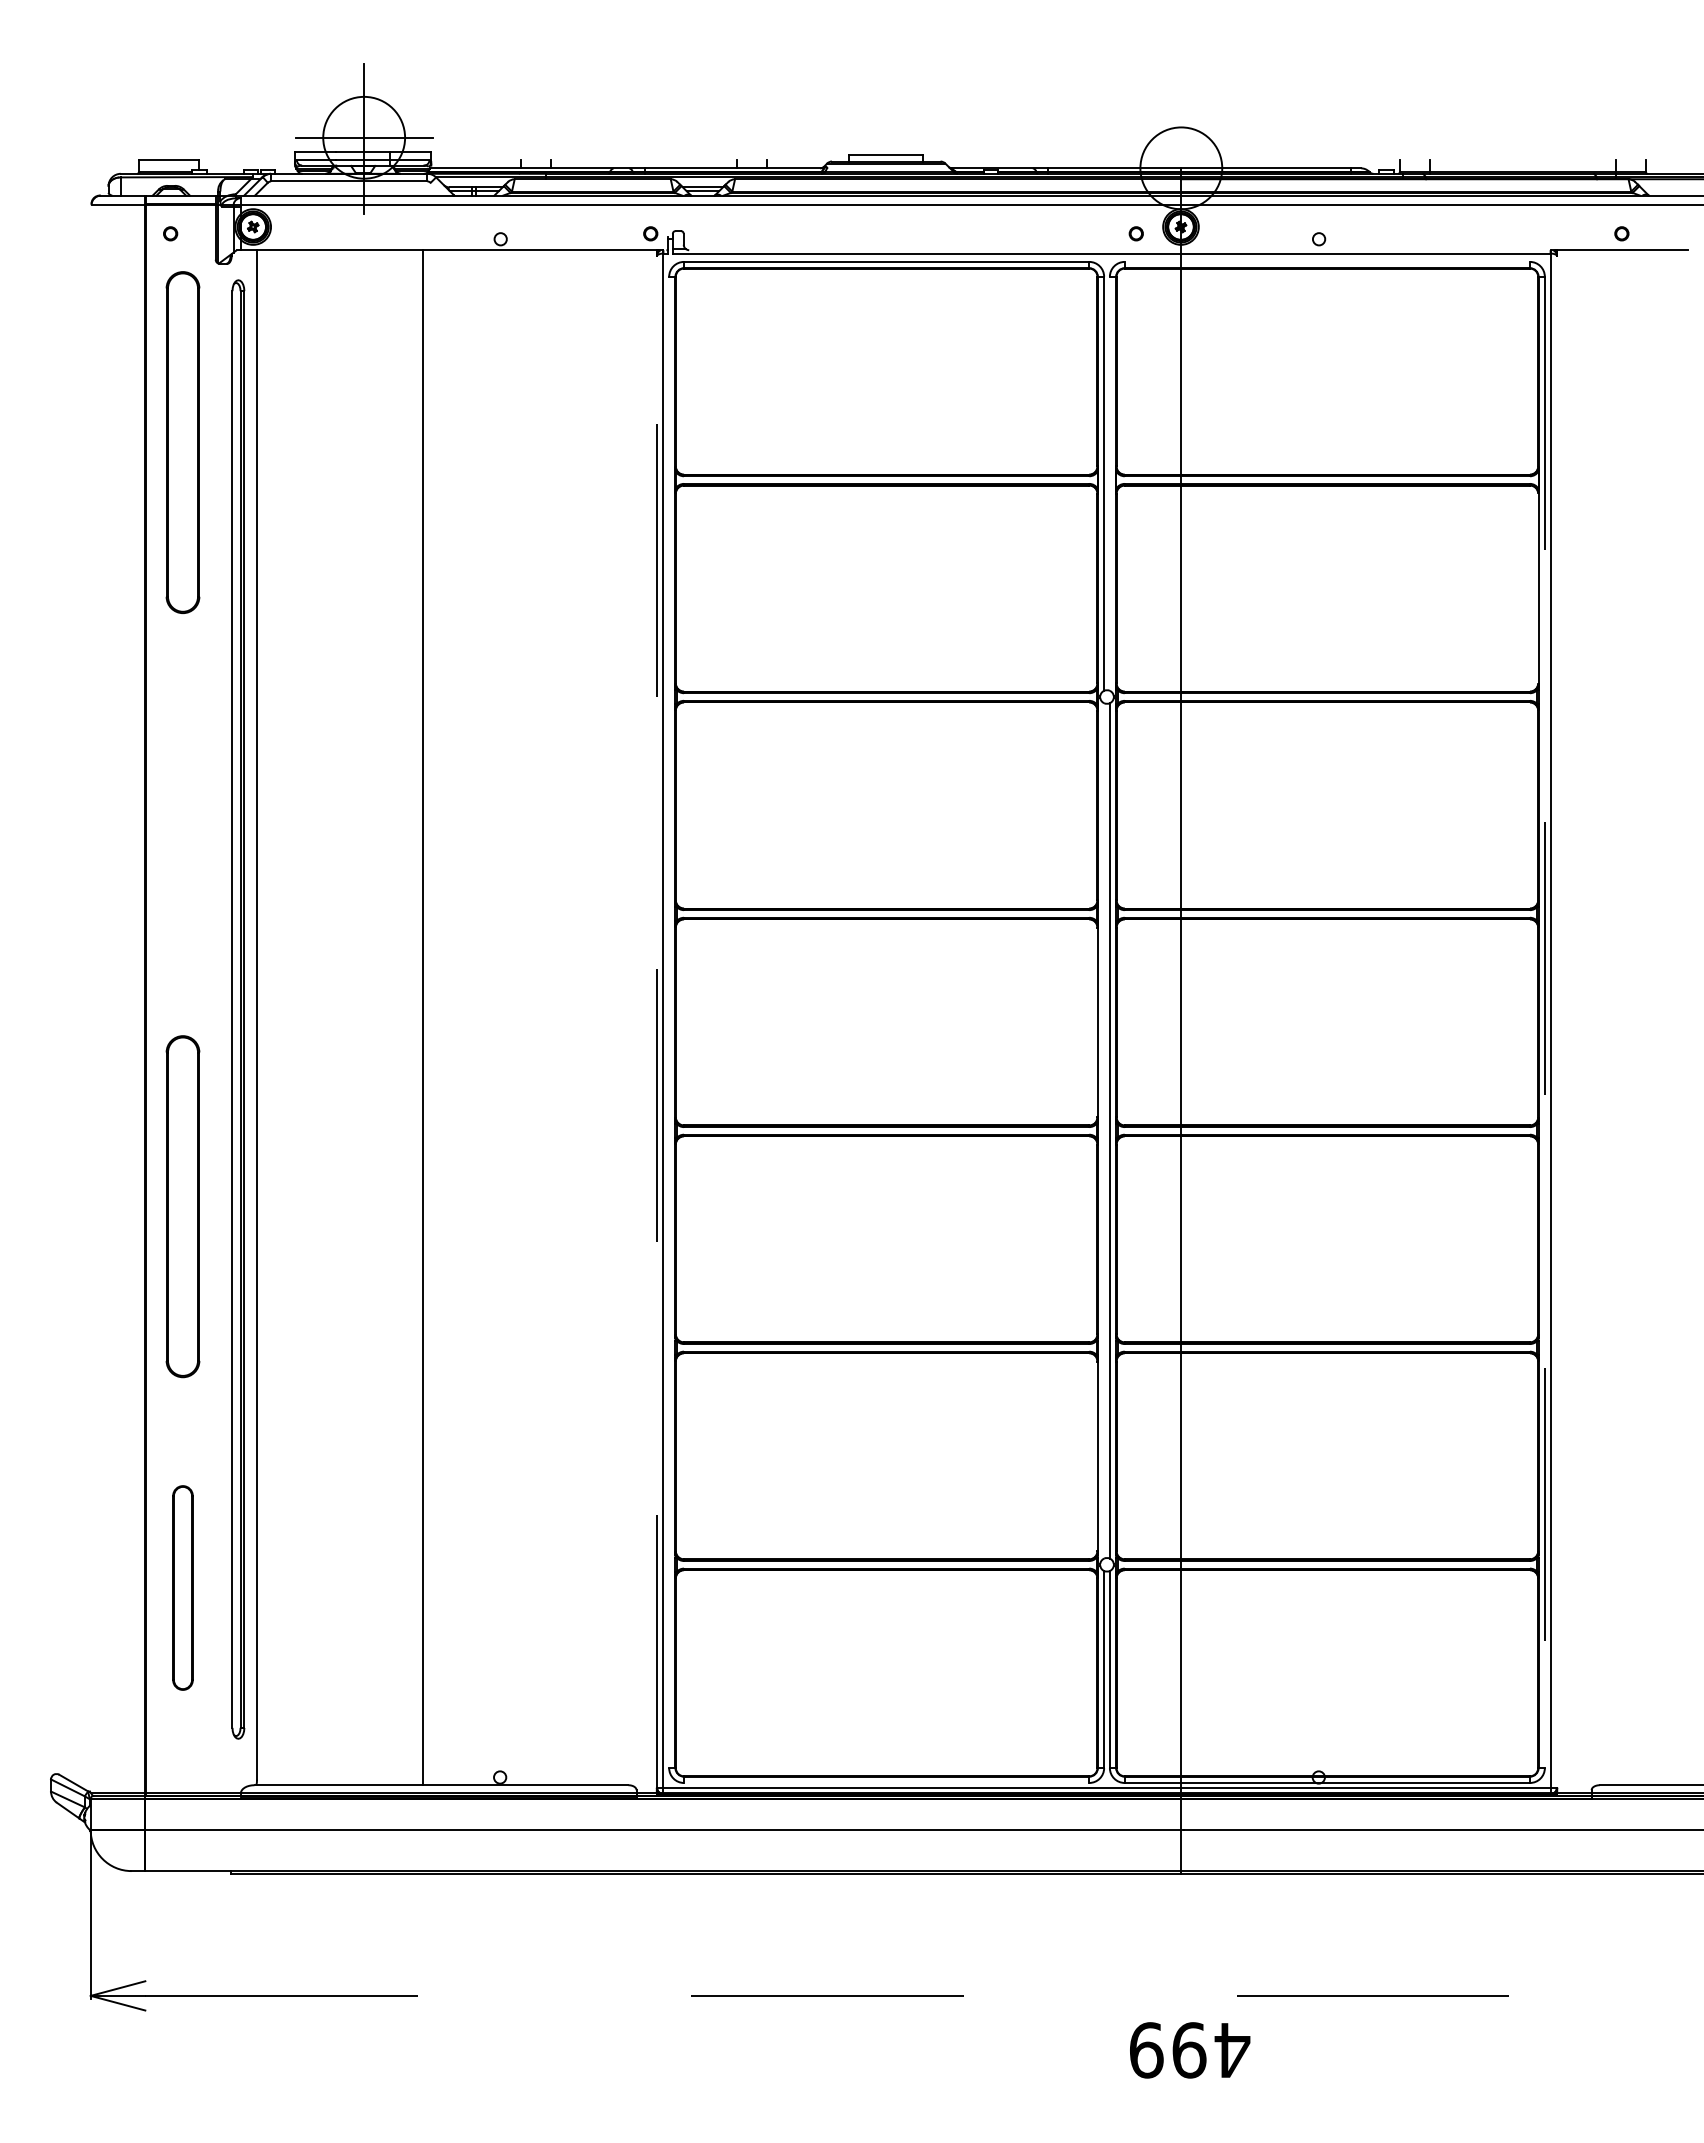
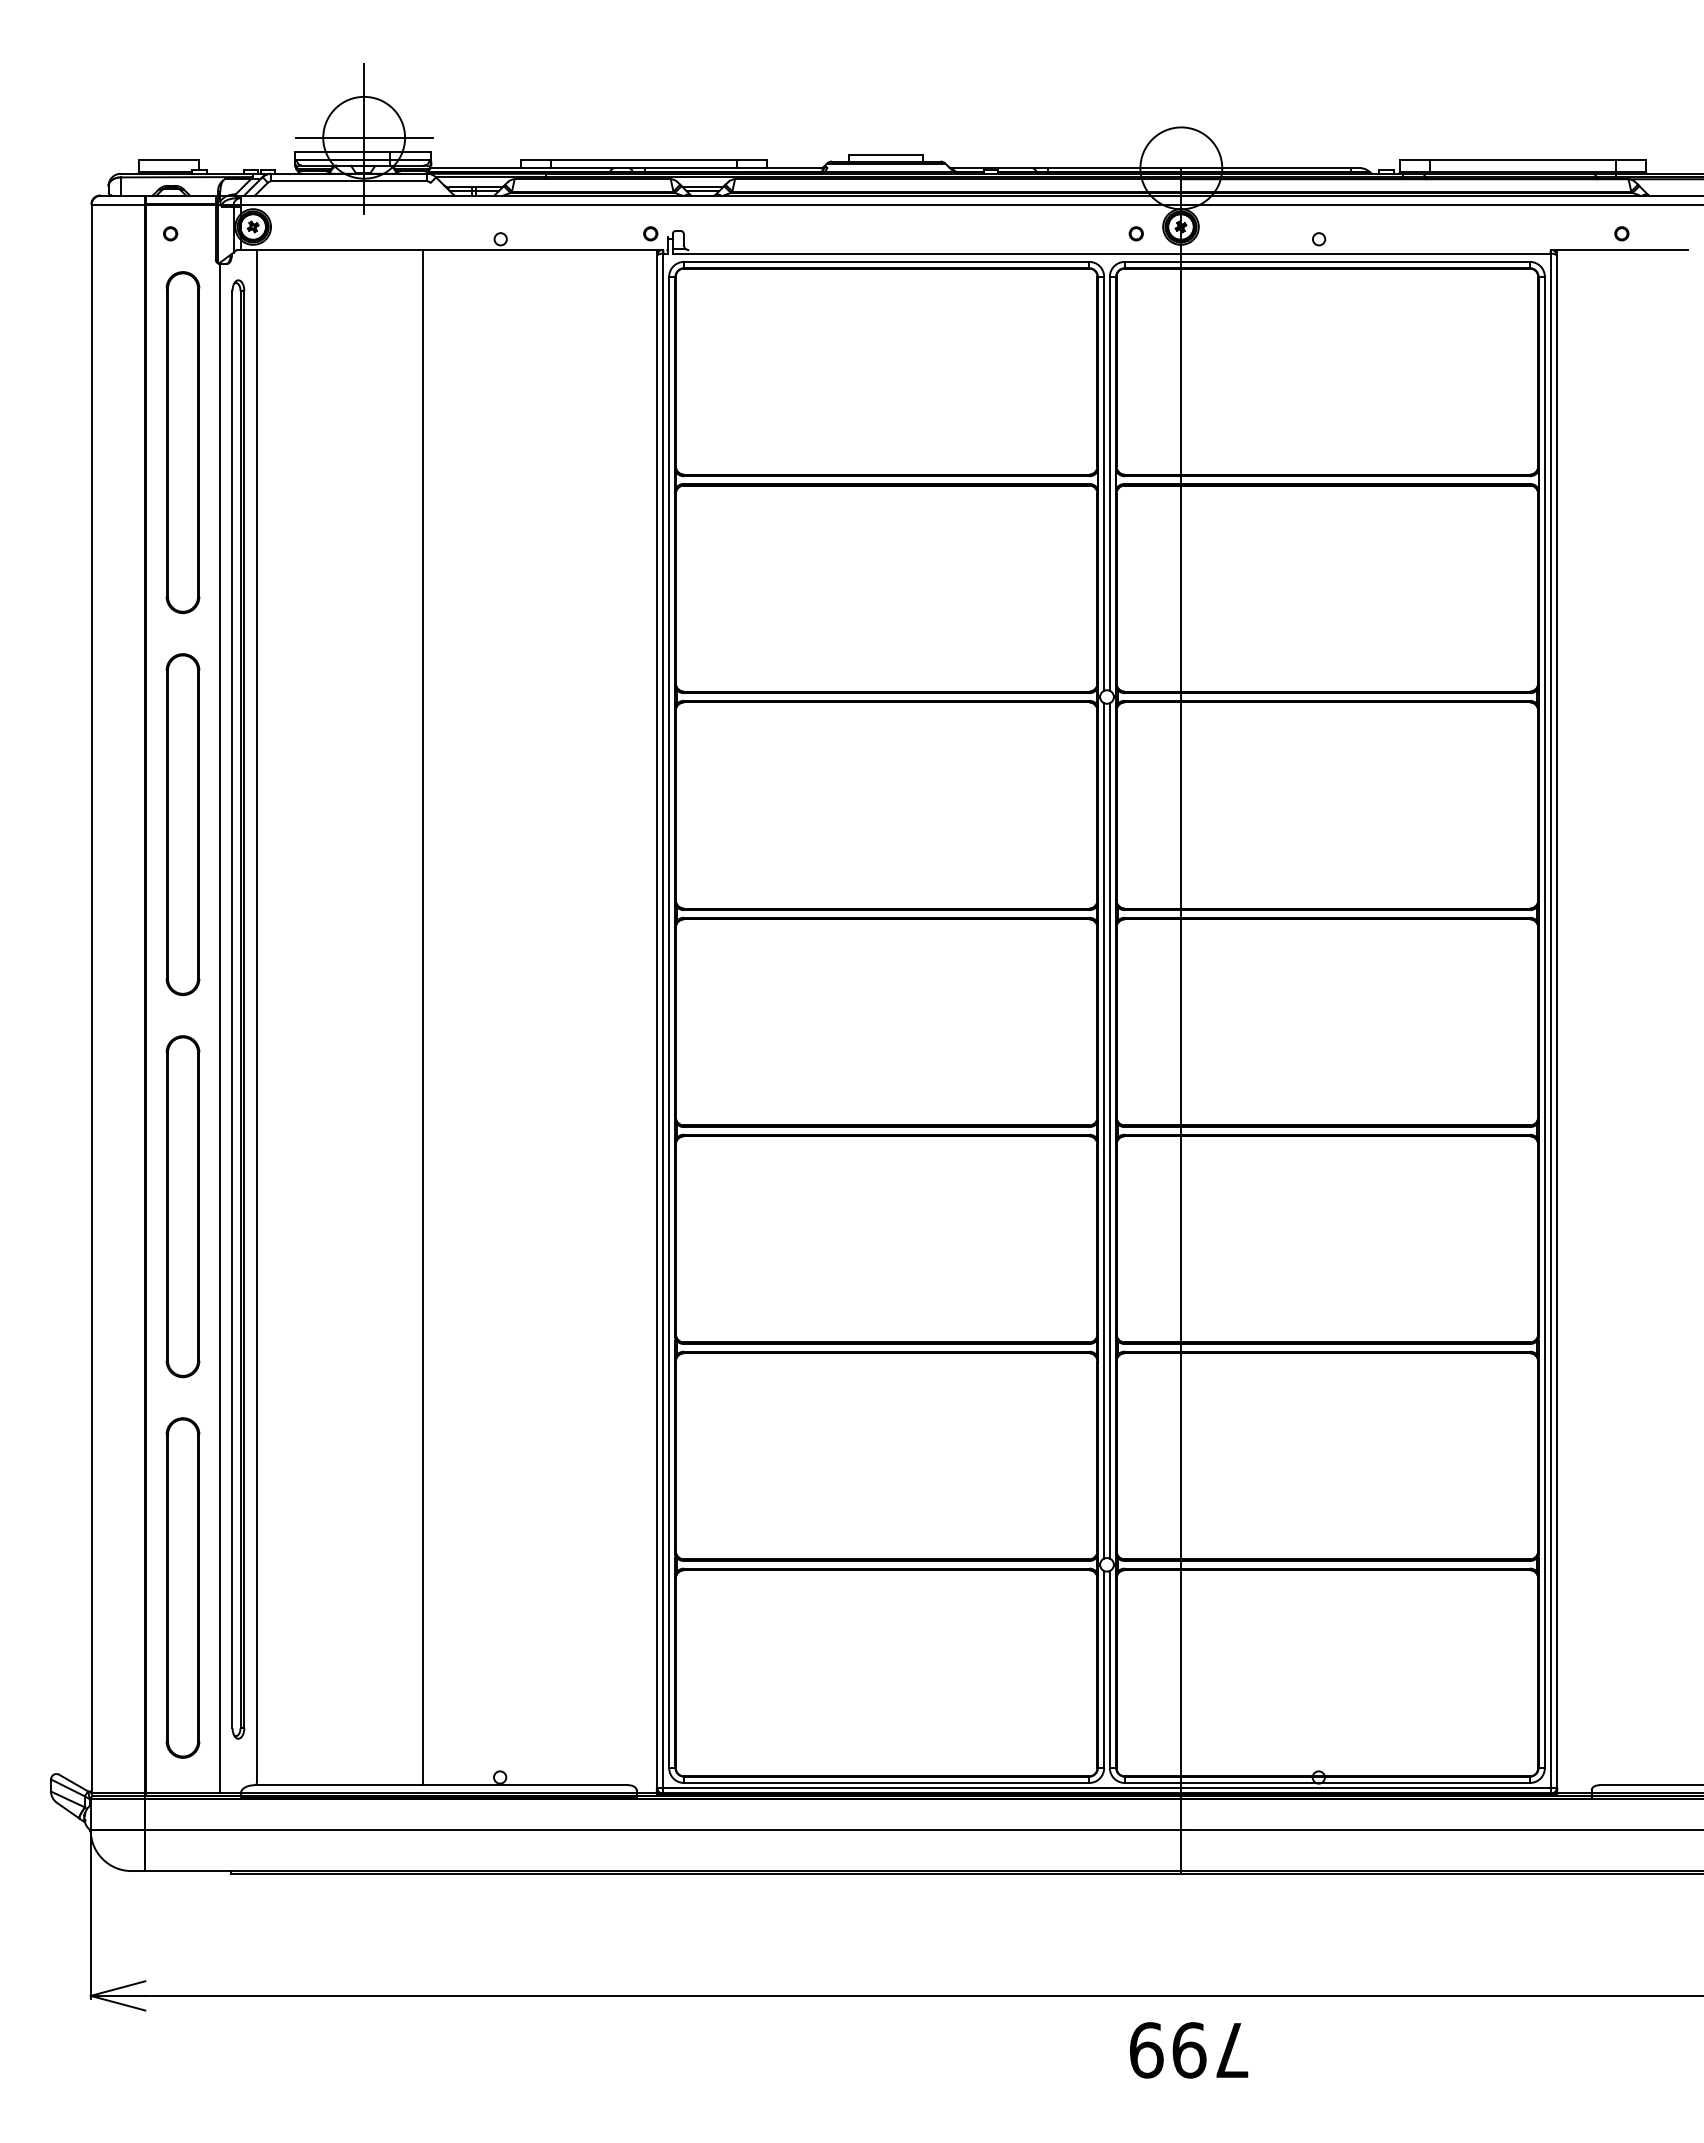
line at (644, 160): none -> present
line at (1522, 160): none -> present
line at (1326, 261): none -> present
line at (1109, 483): none -> present
line at (1538, 588): none -> present
part at (182, 824): none -> present
line at (91, 999): none -> present
line at (657, 1021): dashed -> solid
line at (1556, 1021): none -> present
line at (669, 1022): none -> present
line at (1097, 1022): none -> present
line at (1544, 1022): dashed -> solid
line at (219, 1028): none -> present
line at (1104, 1130): none -> present
line at (1097, 1456): none -> present
part at (182, 1587) size: 22x206 px -> 36x342 px
line at (886, 1782): none -> present
line at (925, 1995): dashed -> solid
text at (1232, 2050): 499 -> 799
